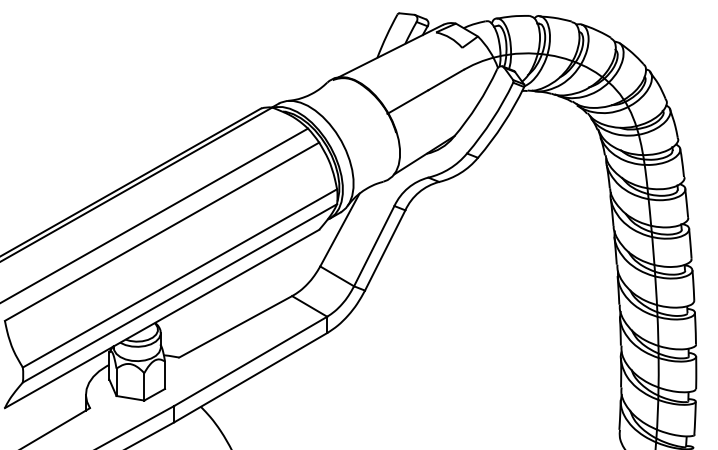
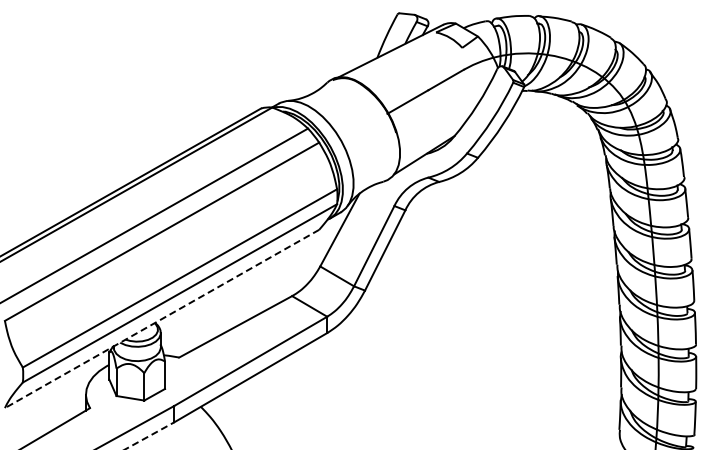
line at (162, 318): solid -> dashed
line at (149, 435): solid -> dashed
